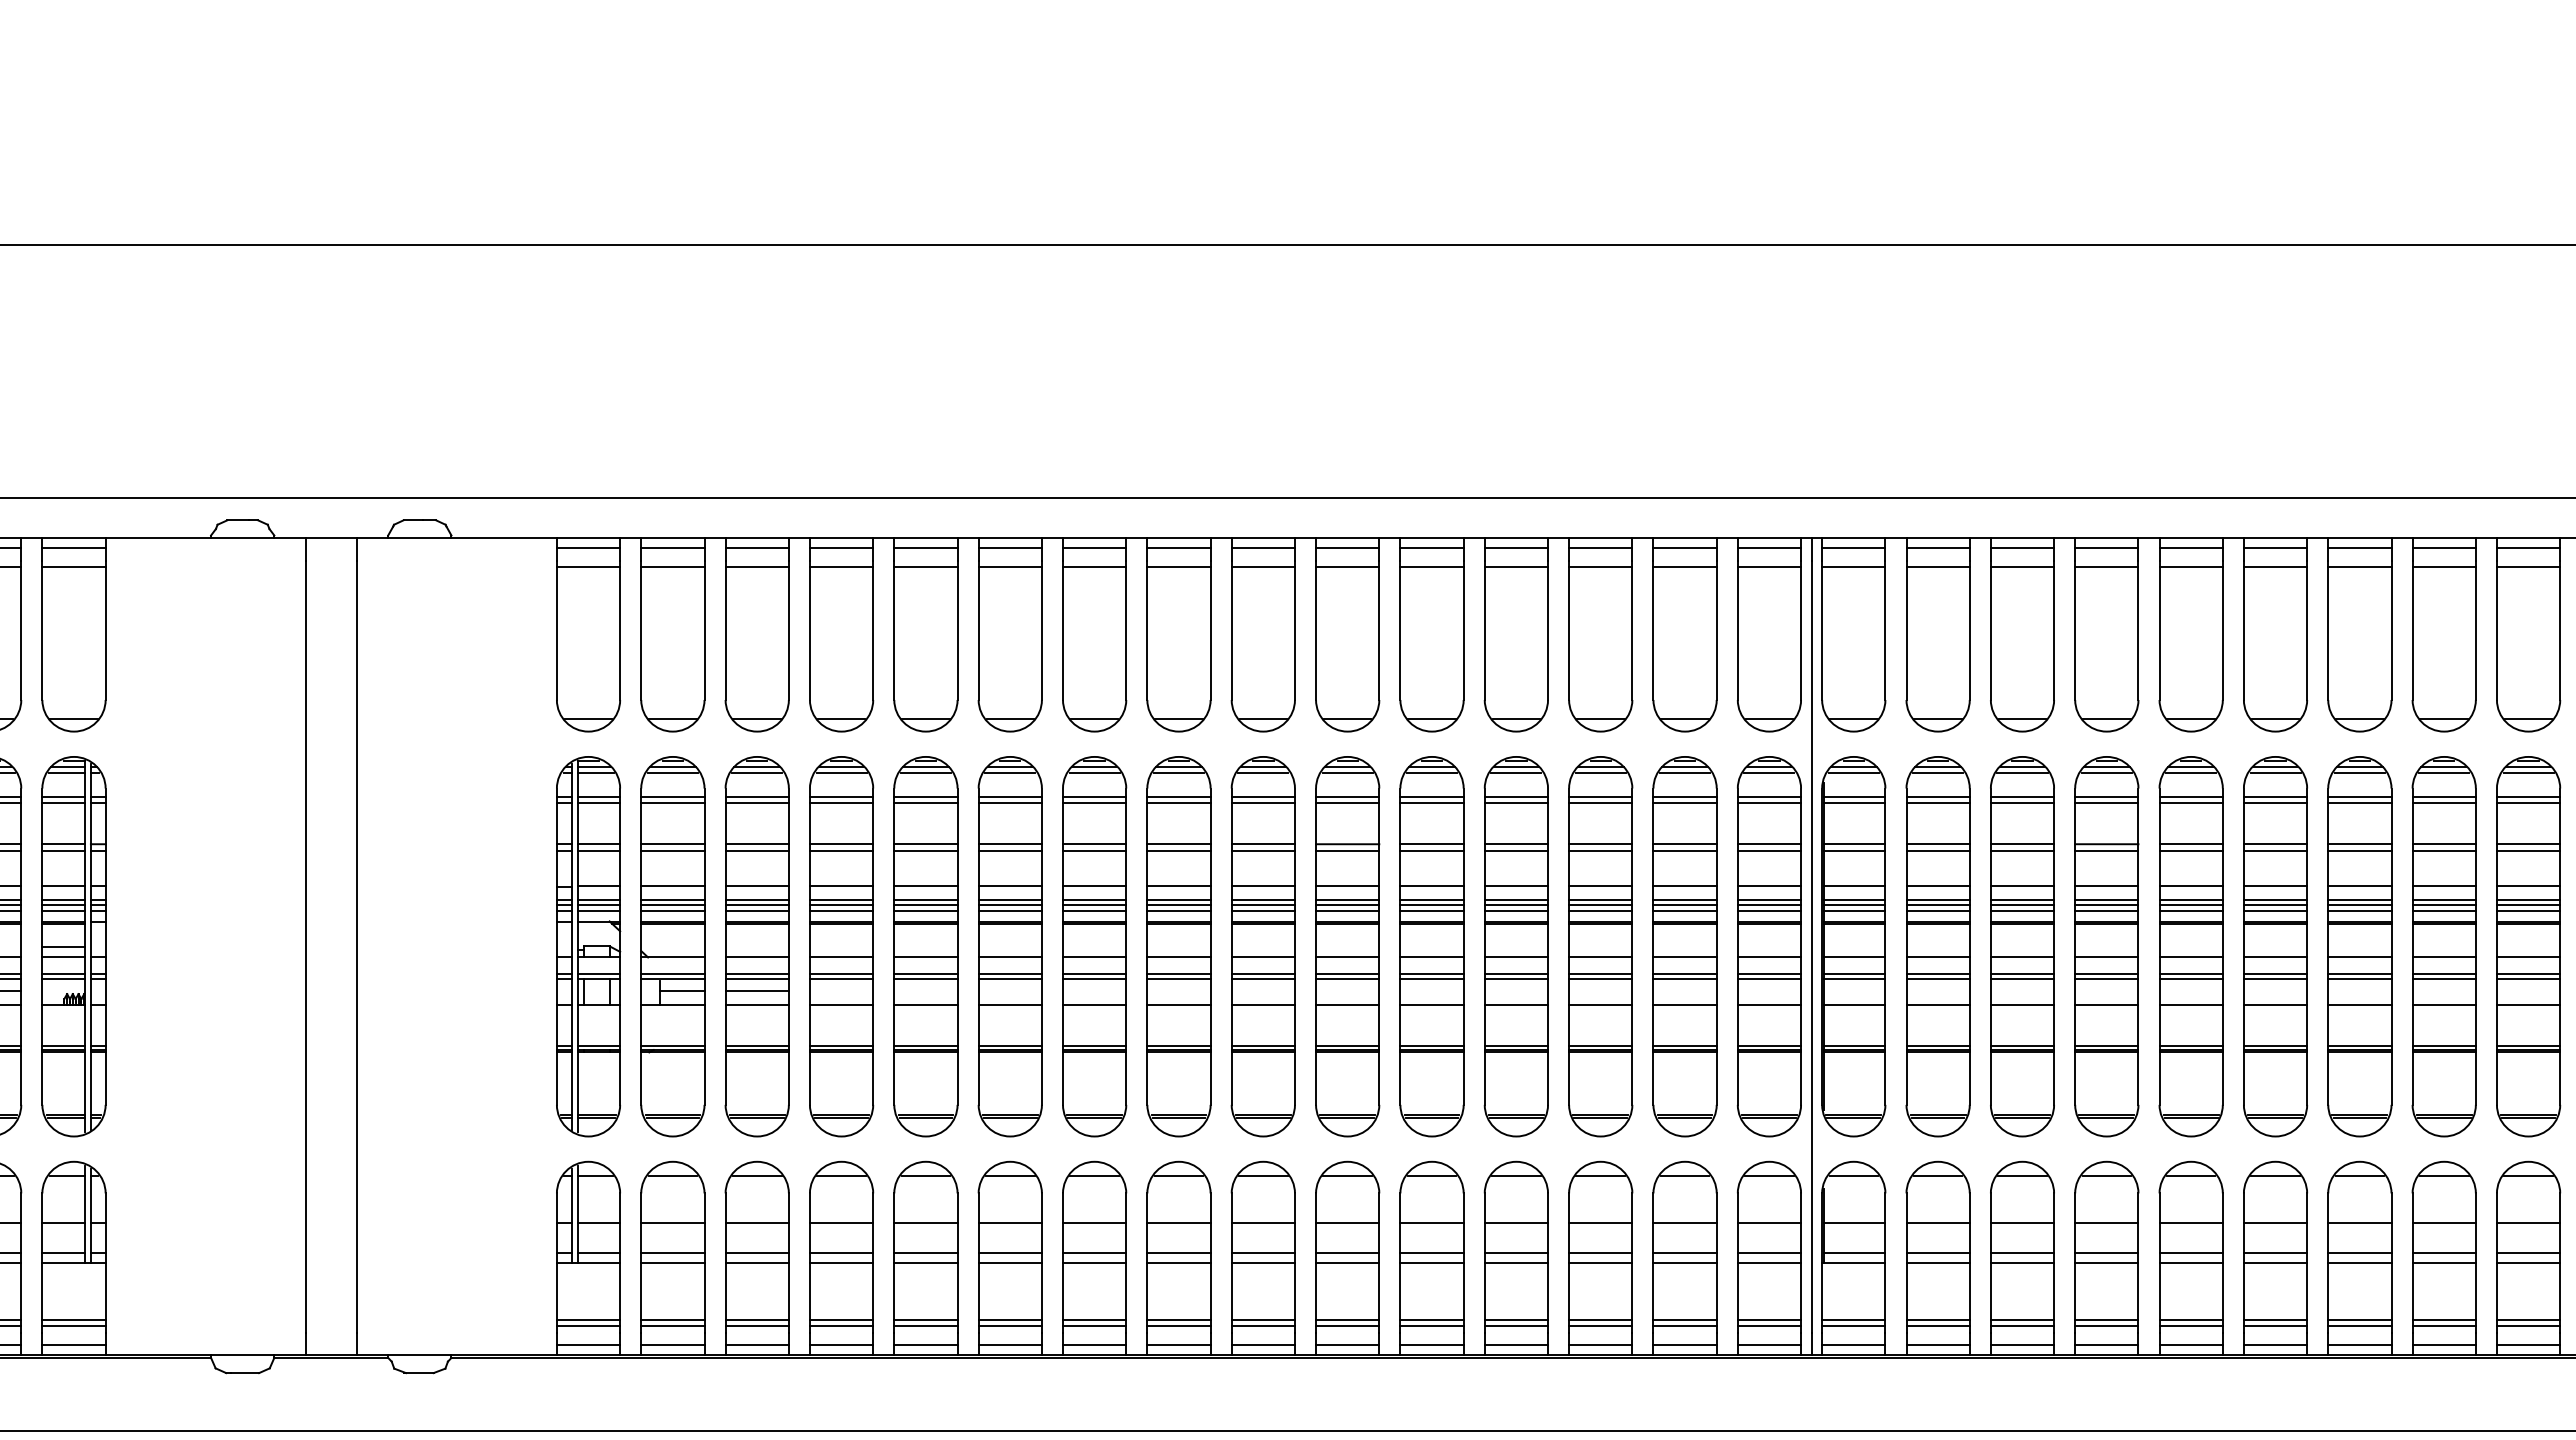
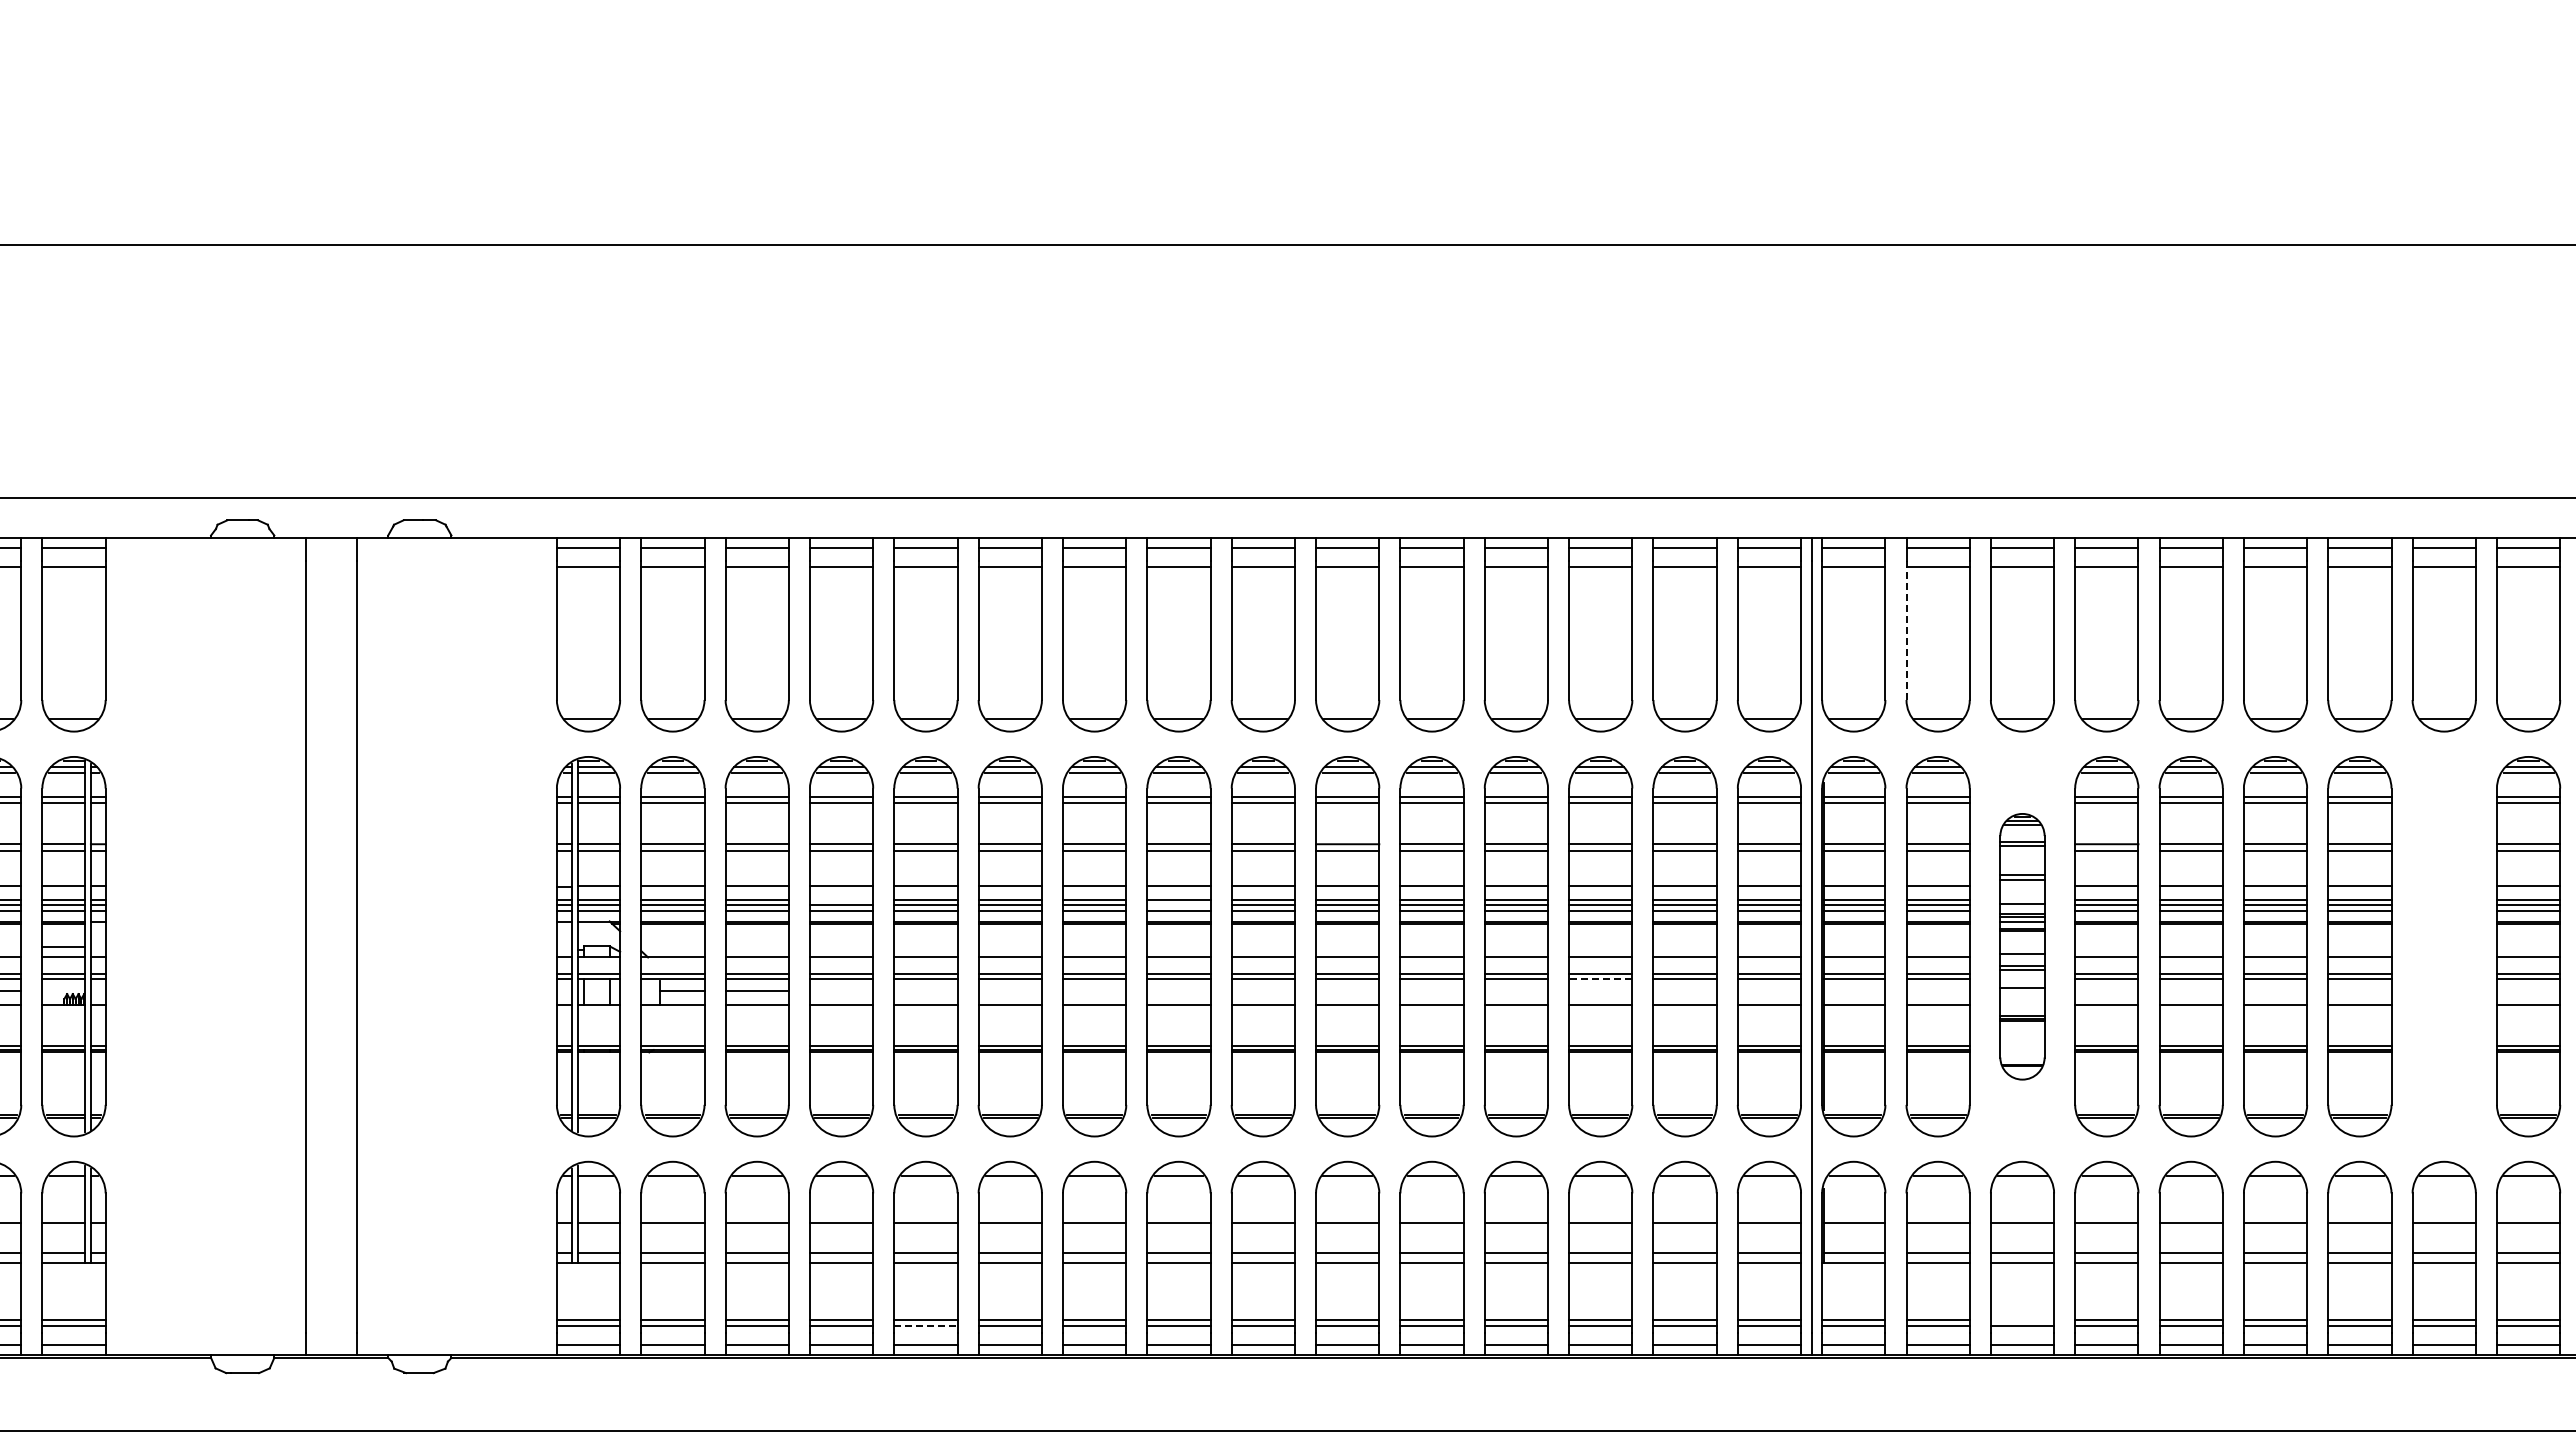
line at (1906, 630): solid -> dashed
line at (841, 899): present -> none
line at (1178, 904): present -> none
part at (2022, 946) size: 65x382 px -> 47x268 px
part at (2443, 946): present -> none
line at (1600, 979): solid -> dashed
line at (2022, 1319): present -> none
line at (925, 1326): solid -> dashed
